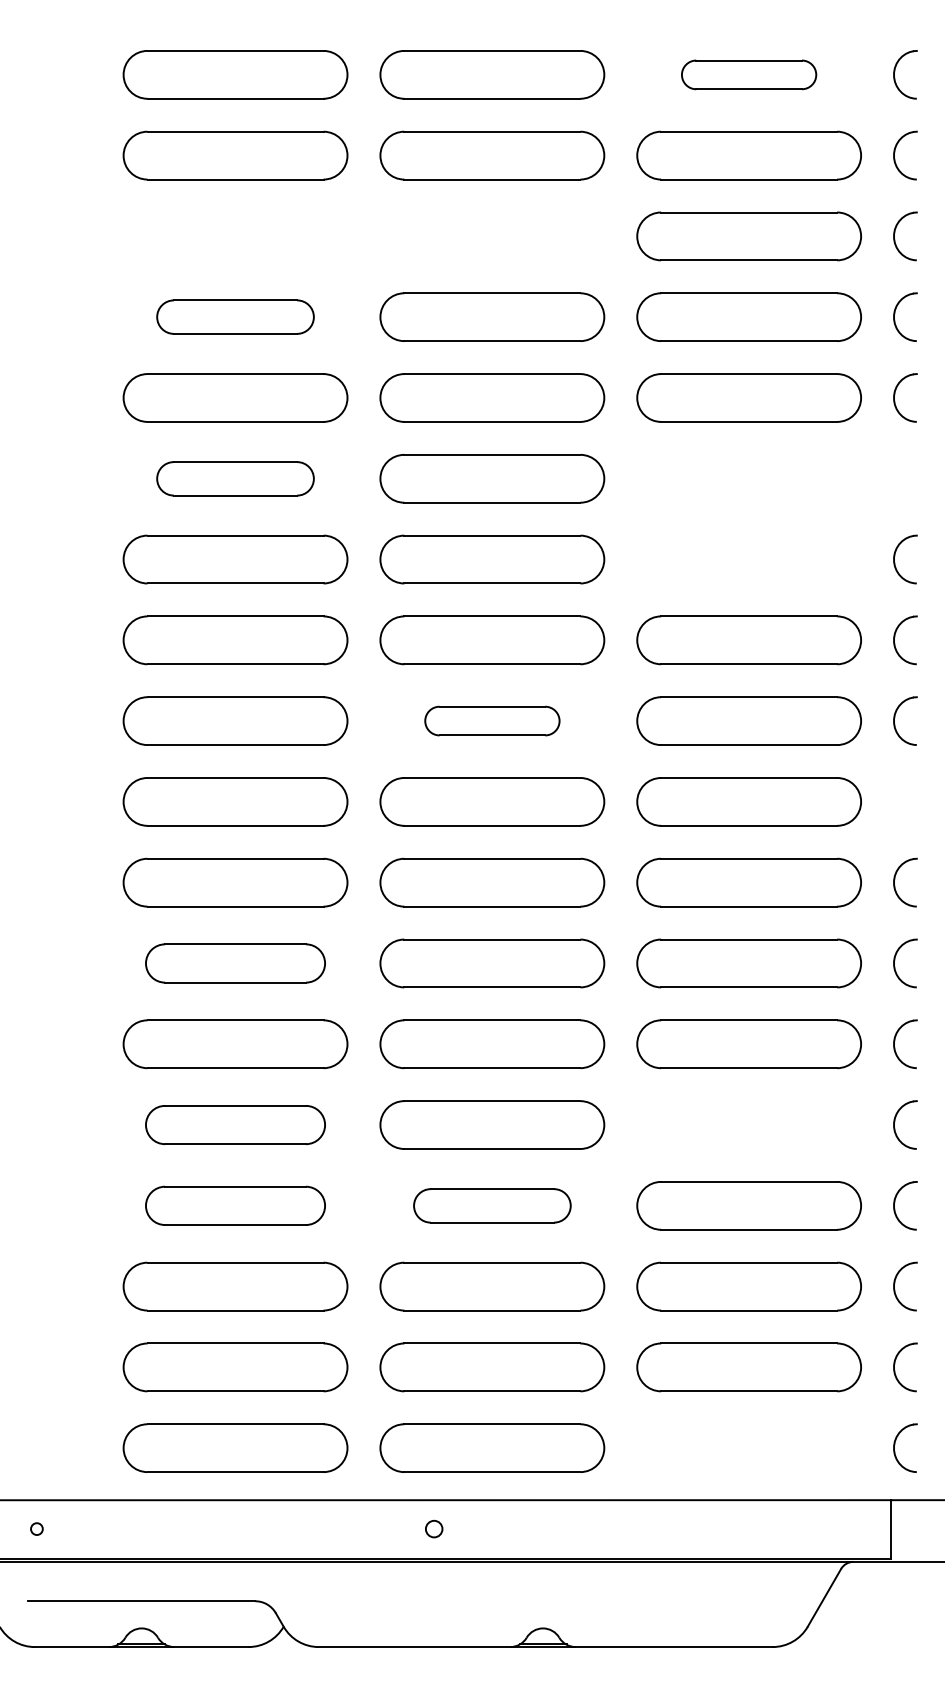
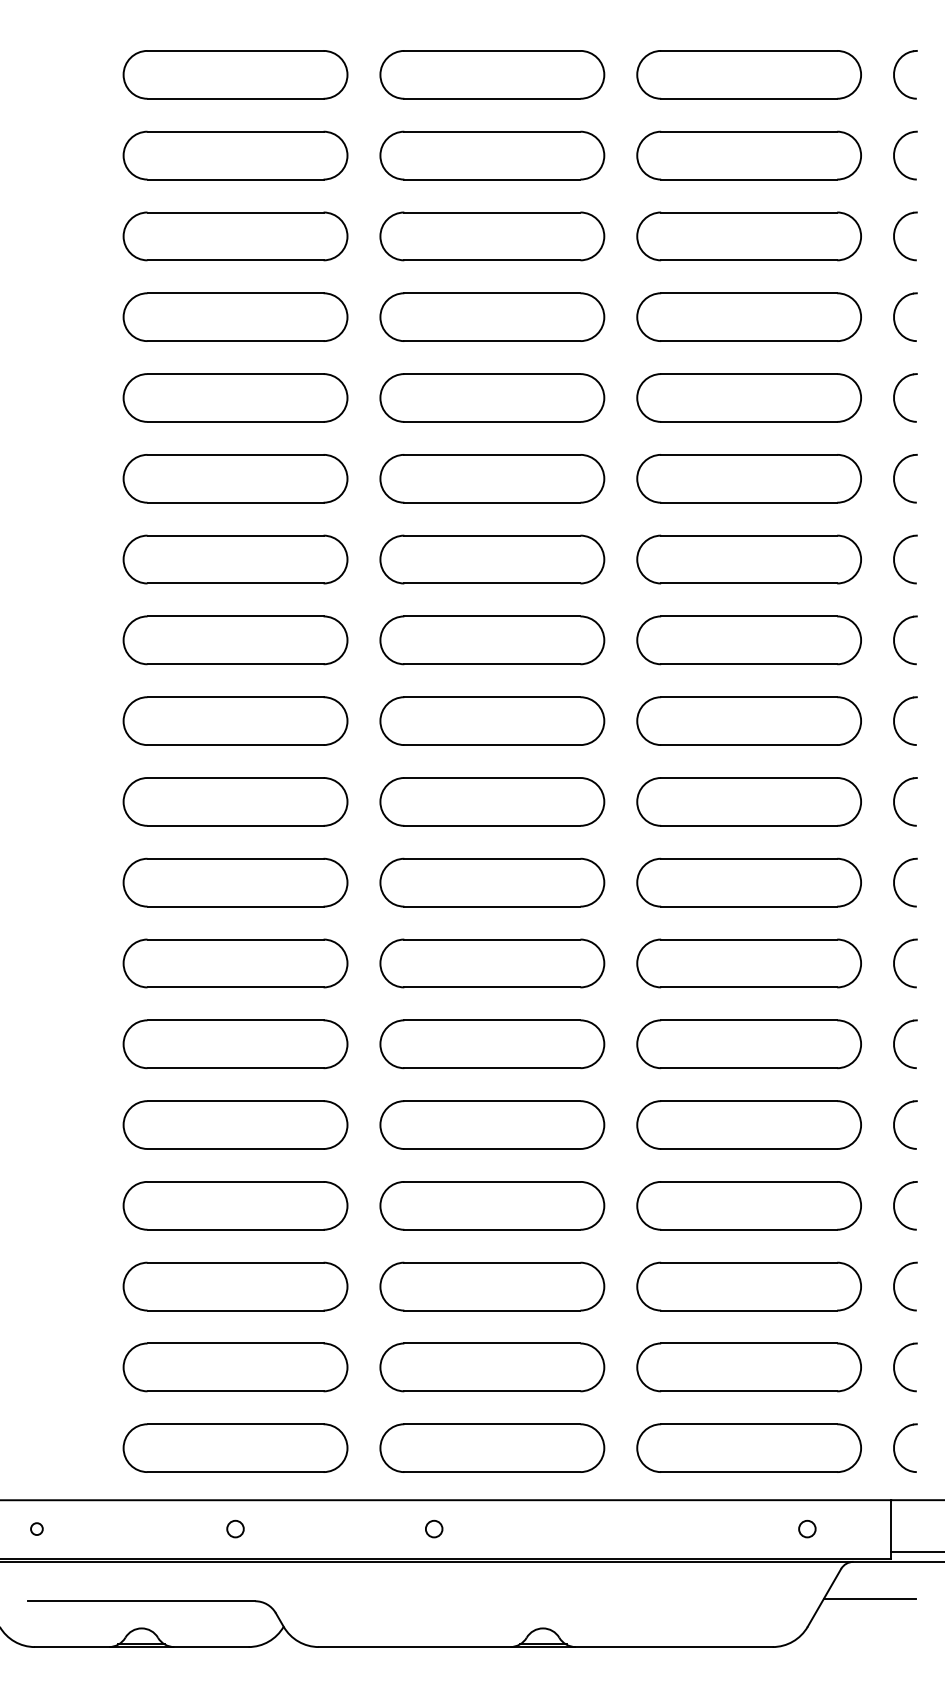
part at (749, 74) size: 137x32 px -> 226x50 px
part at (235, 236): none -> present
part at (492, 236): none -> present
part at (235, 316) size: 159x36 px -> 227x50 px
part at (895, 475): none -> present
part at (235, 478) size: 159x36 px -> 227x50 px
part at (748, 478): none -> present
part at (748, 559): none -> present
part at (492, 720) size: 137x32 px -> 227x50 px
part at (895, 798): none -> present
part at (235, 963) size: 181x41 px -> 227x51 px
part at (748, 1124): none -> present
part at (235, 1125) size: 181x41 px -> 227x50 px
part at (235, 1205) size: 181x41 px -> 227x50 px
part at (492, 1205) size: 159x36 px -> 227x50 px
part at (748, 1447): none -> present
circle at (235, 1528): none -> present
circle at (807, 1528): none -> present
line at (916, 1552): none -> present
line at (869, 1598): none -> present
